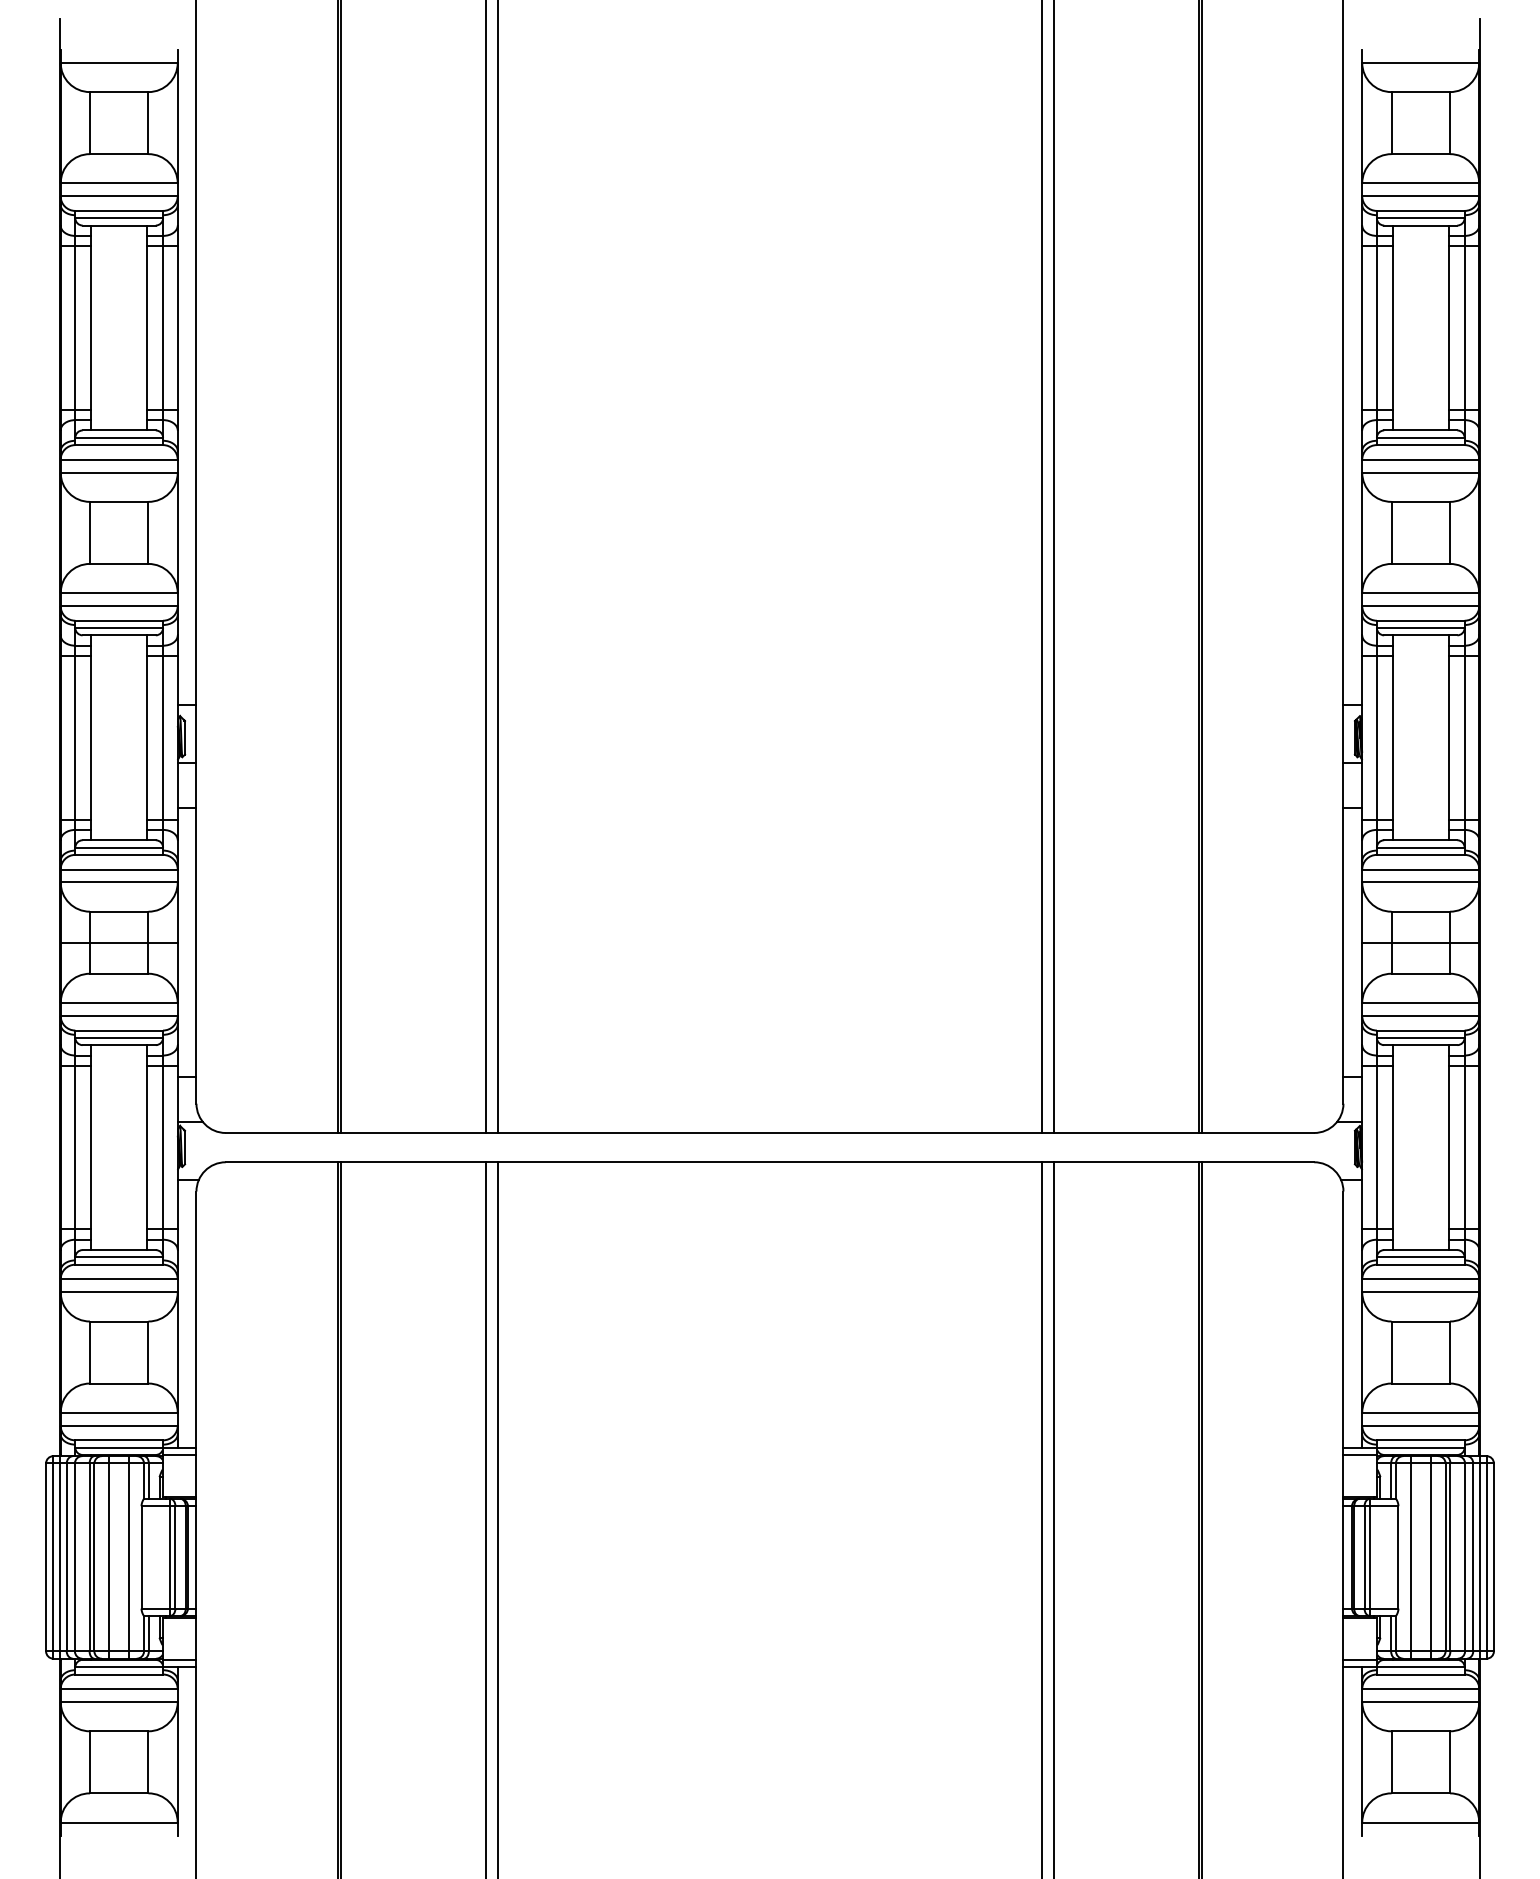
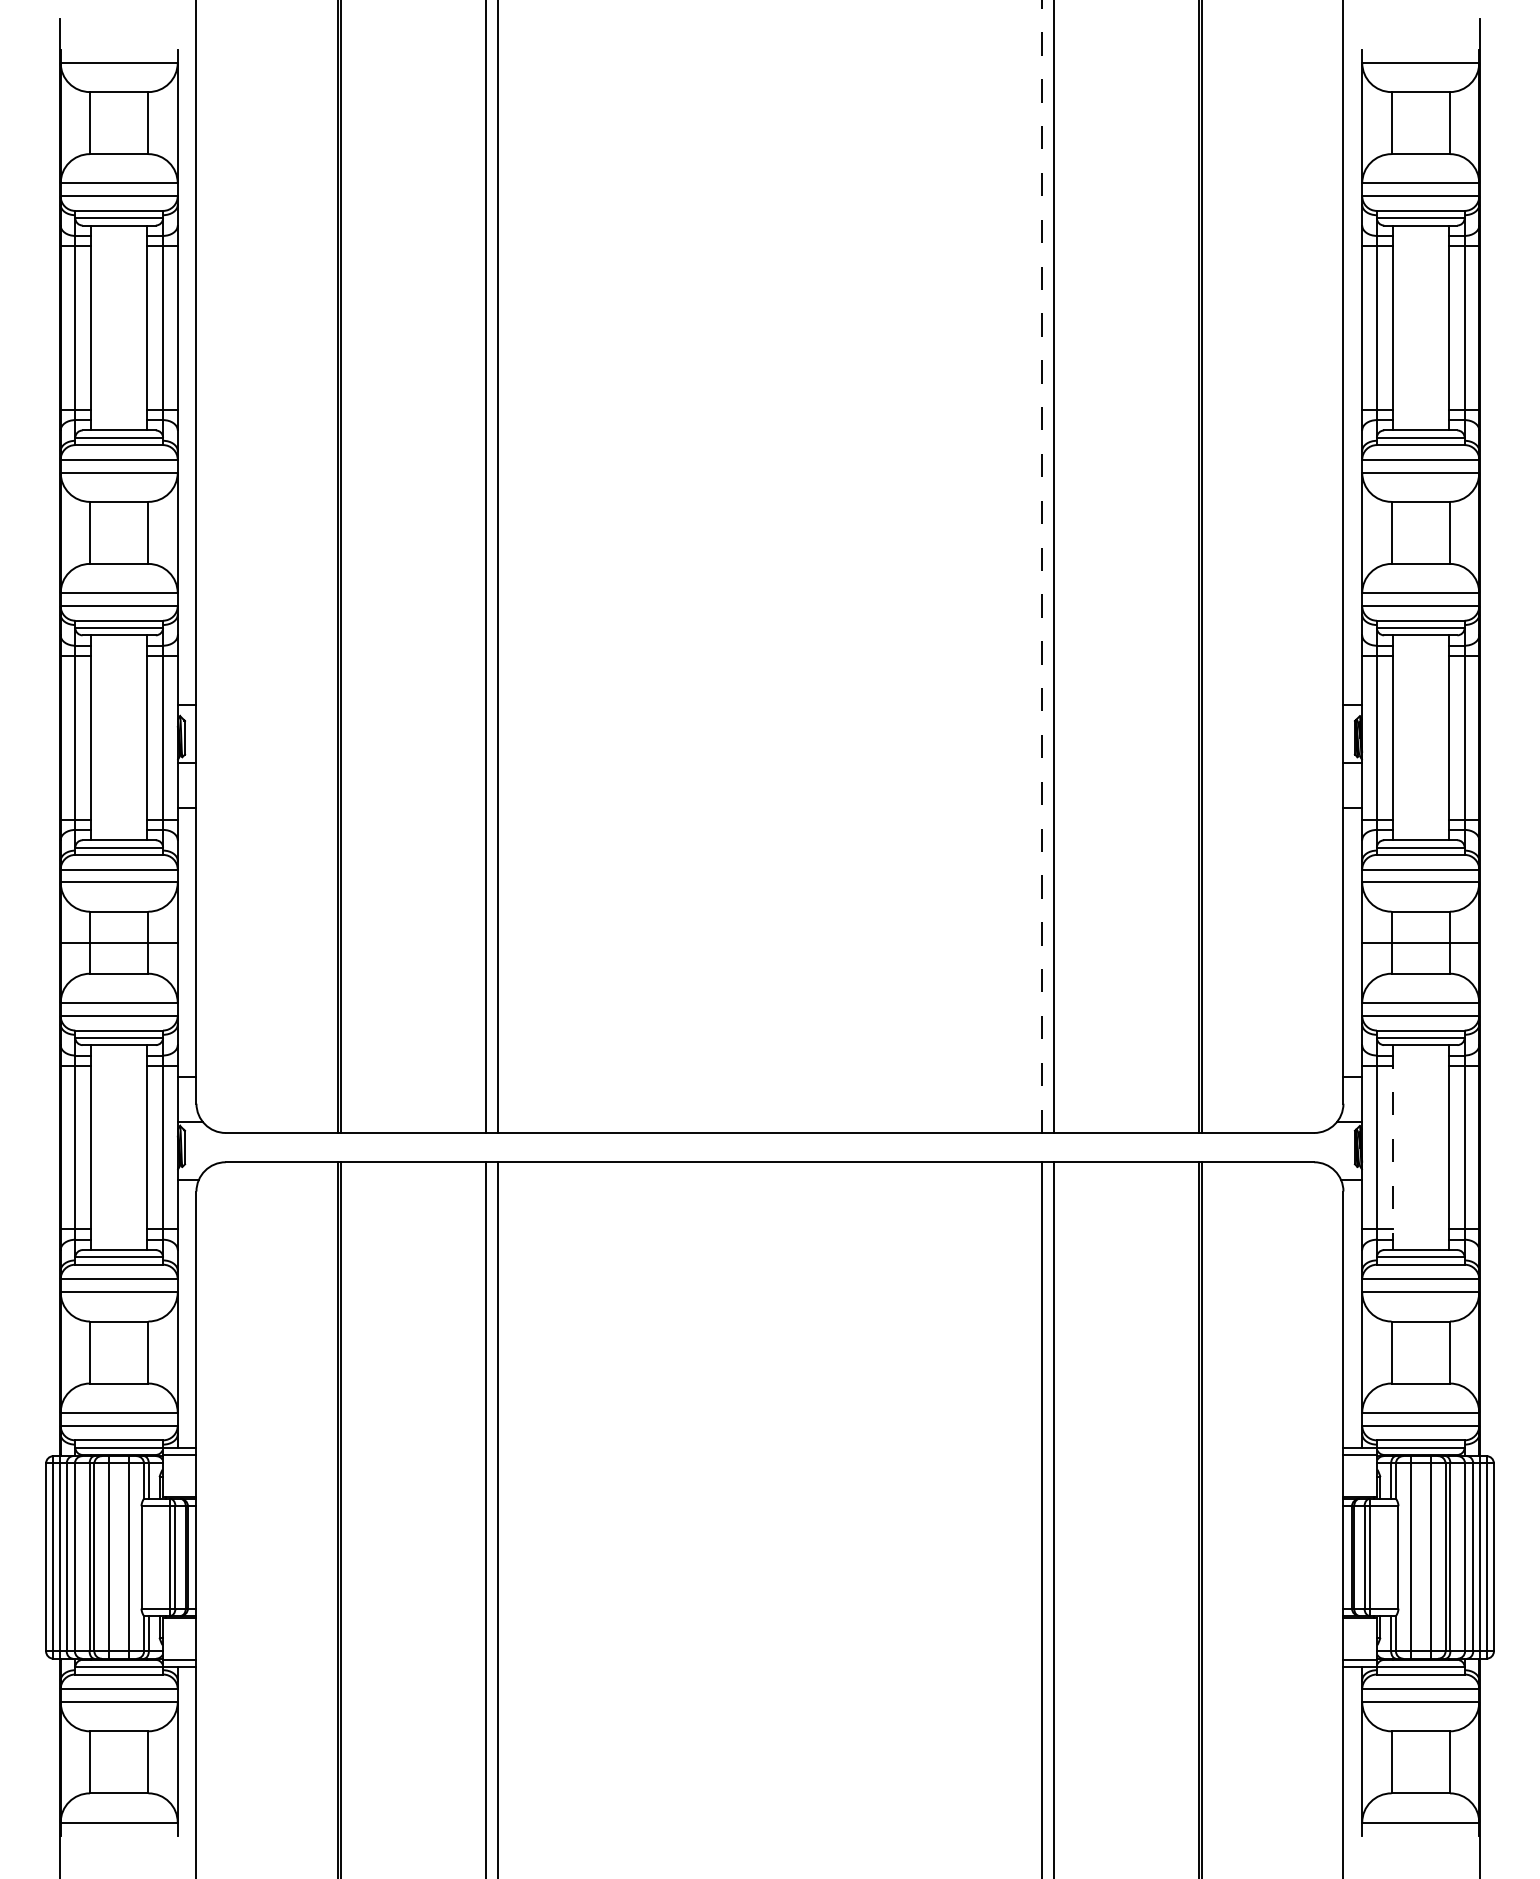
line at (1041, 565): solid -> dashed
line at (1392, 1148): solid -> dashed
